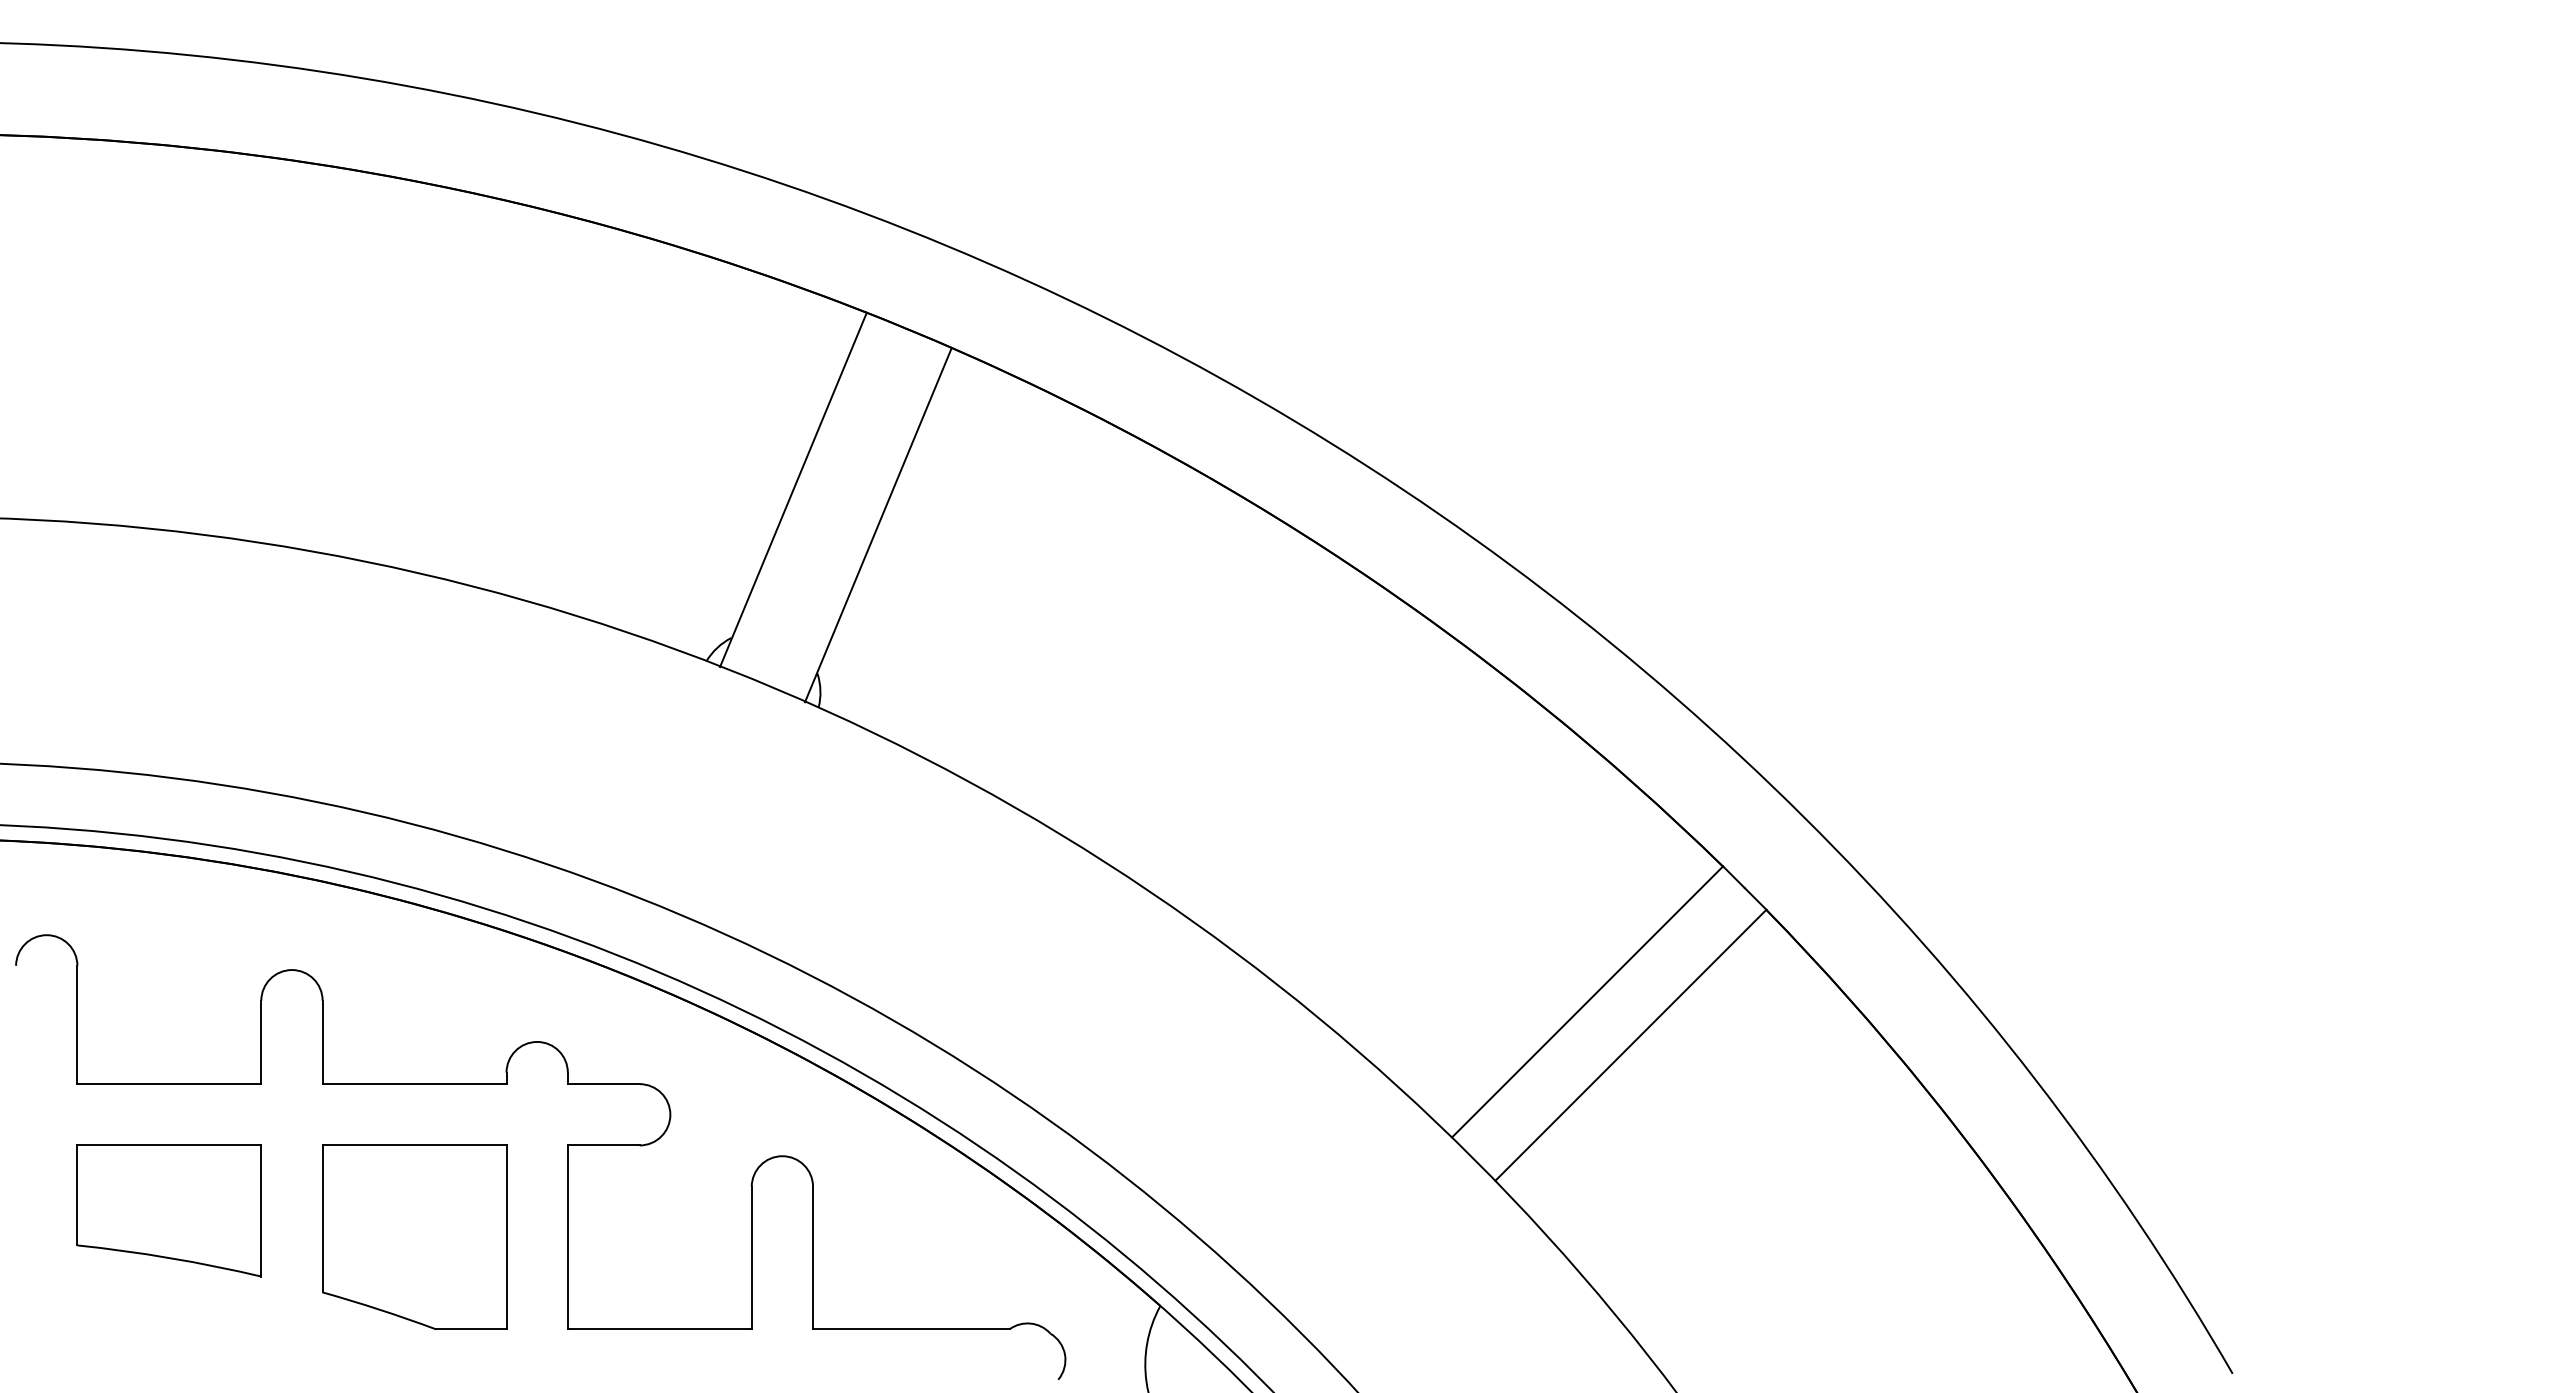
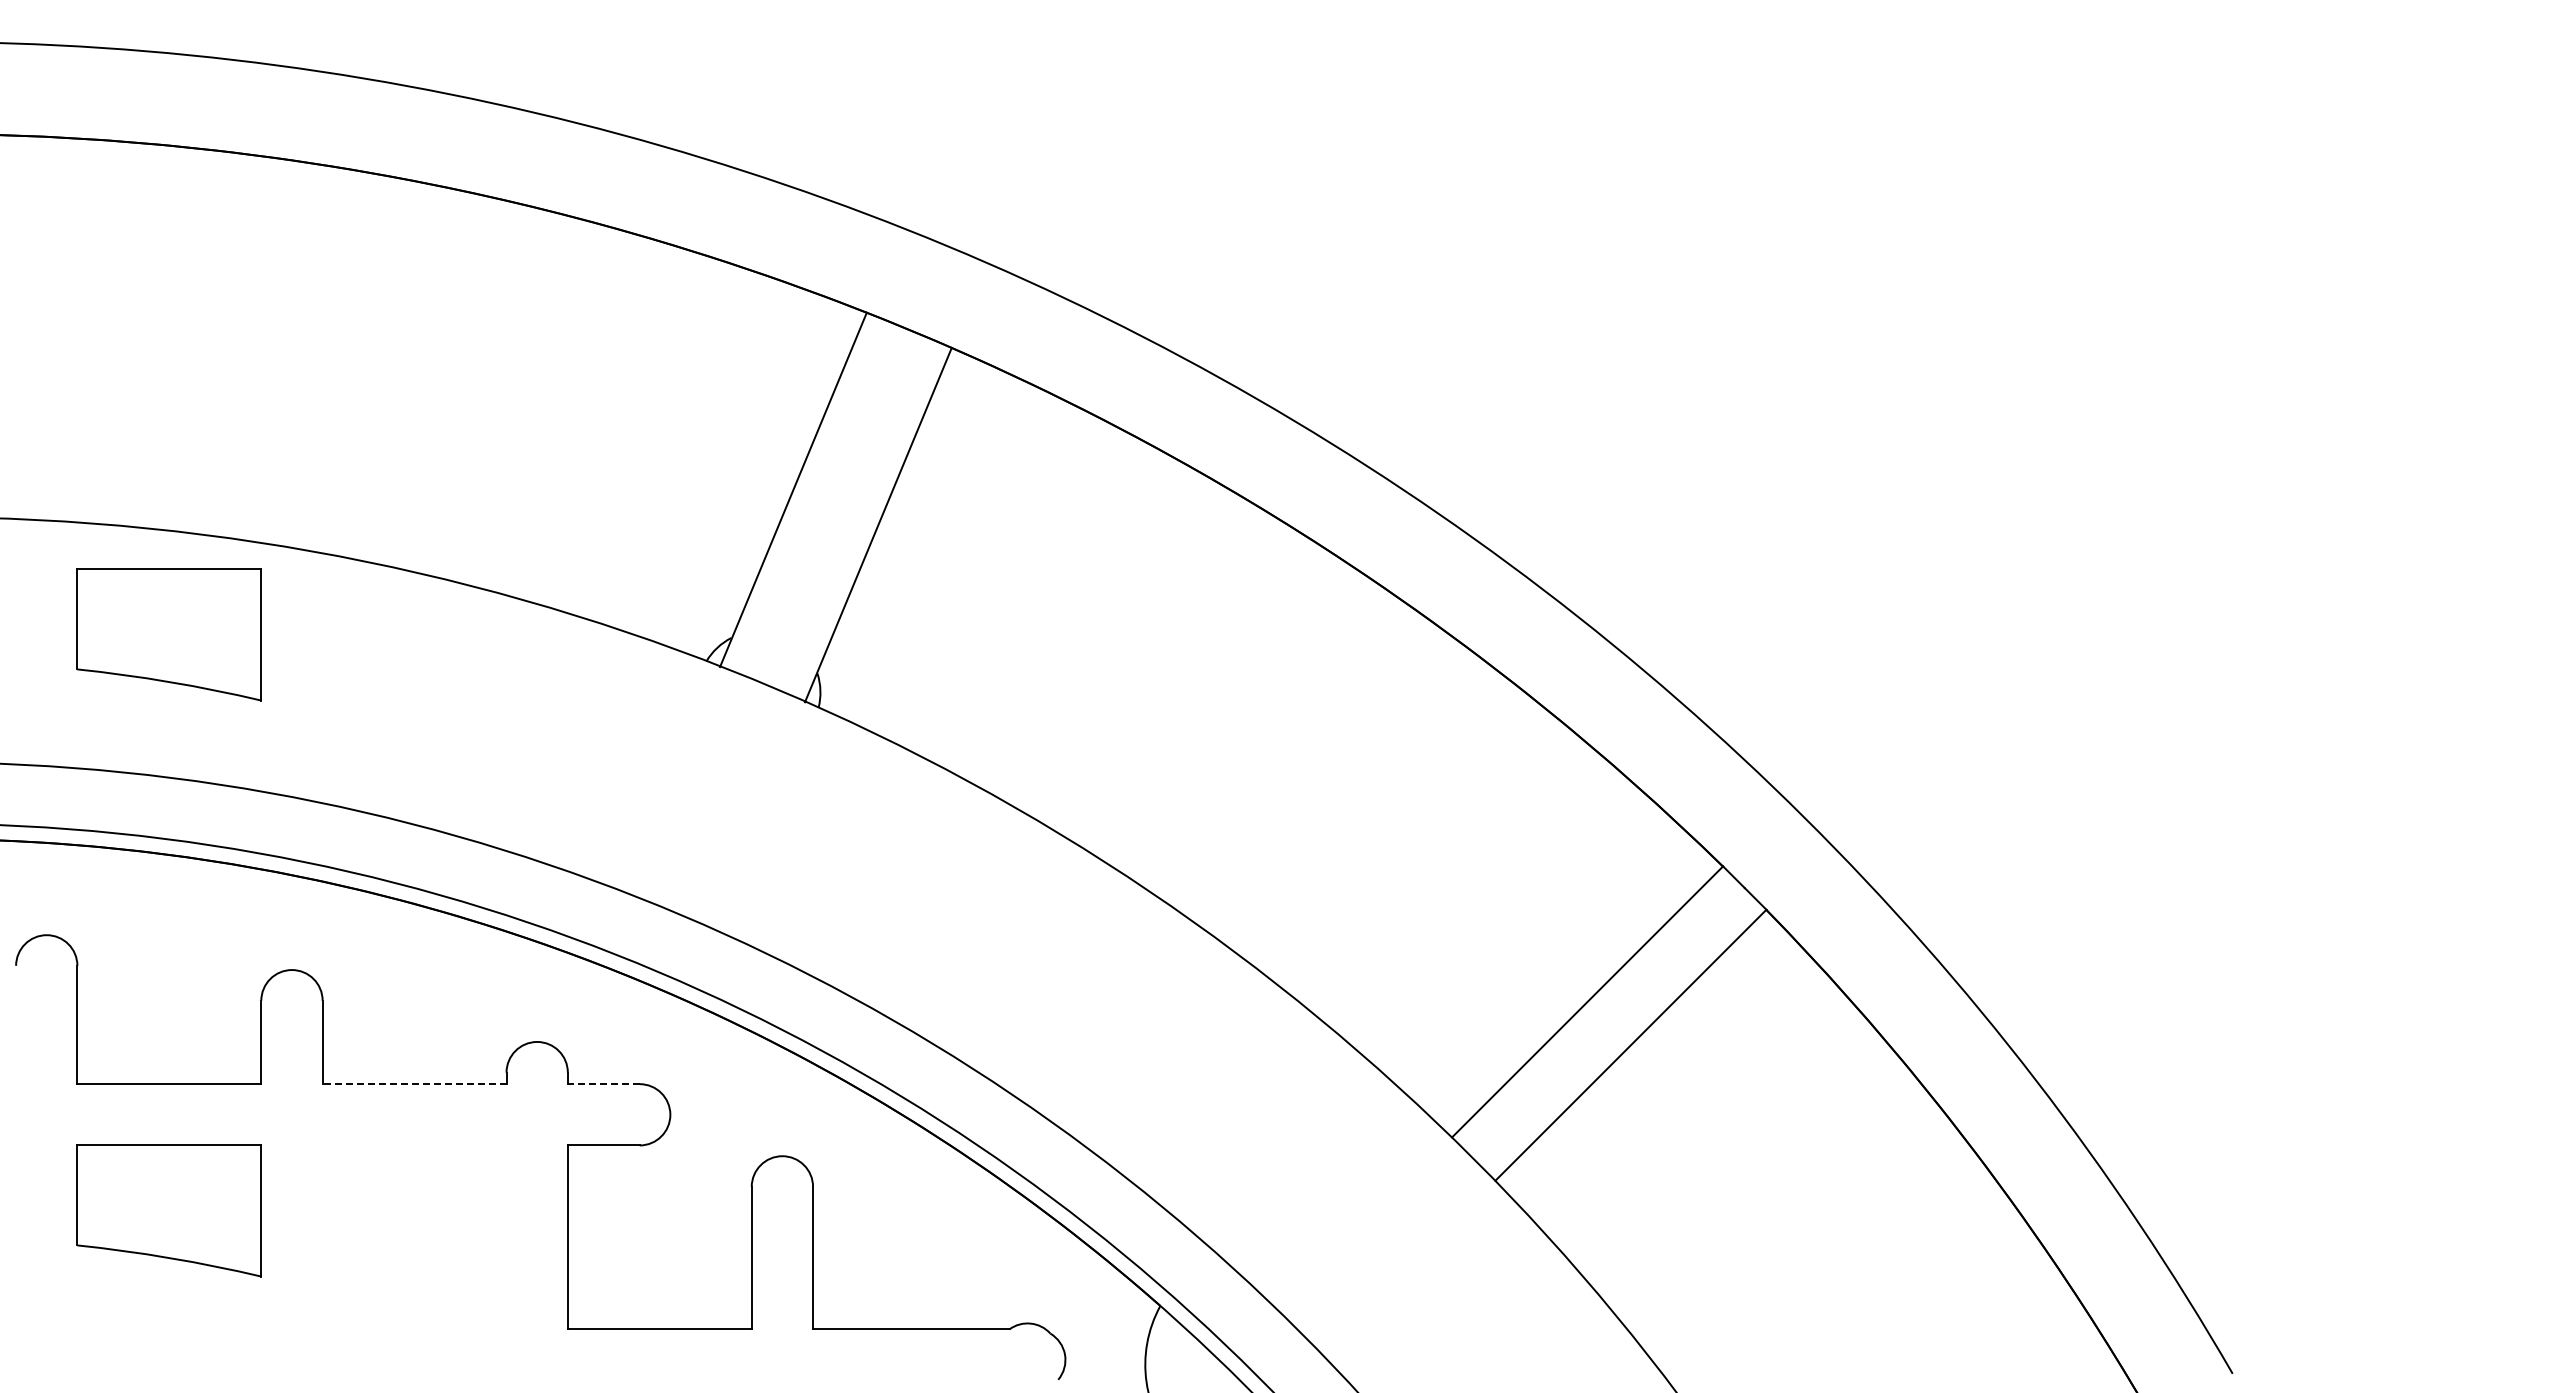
part at (168, 634): none -> present
line at (414, 1084): solid -> dashed
line at (603, 1084): solid -> dashed
part at (414, 1236): present -> none
